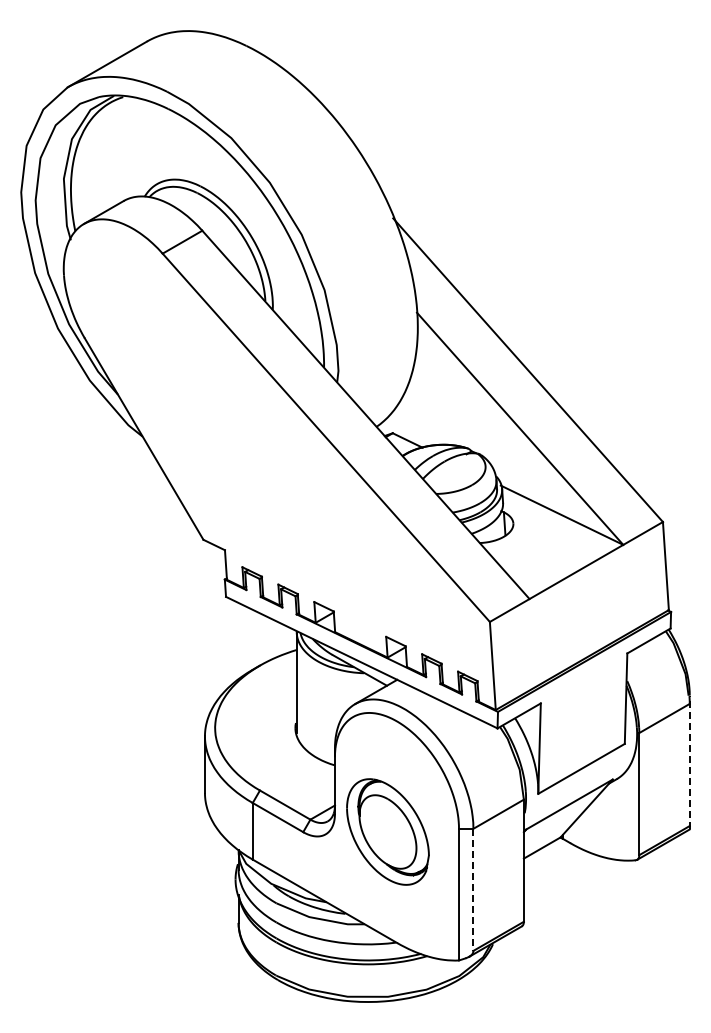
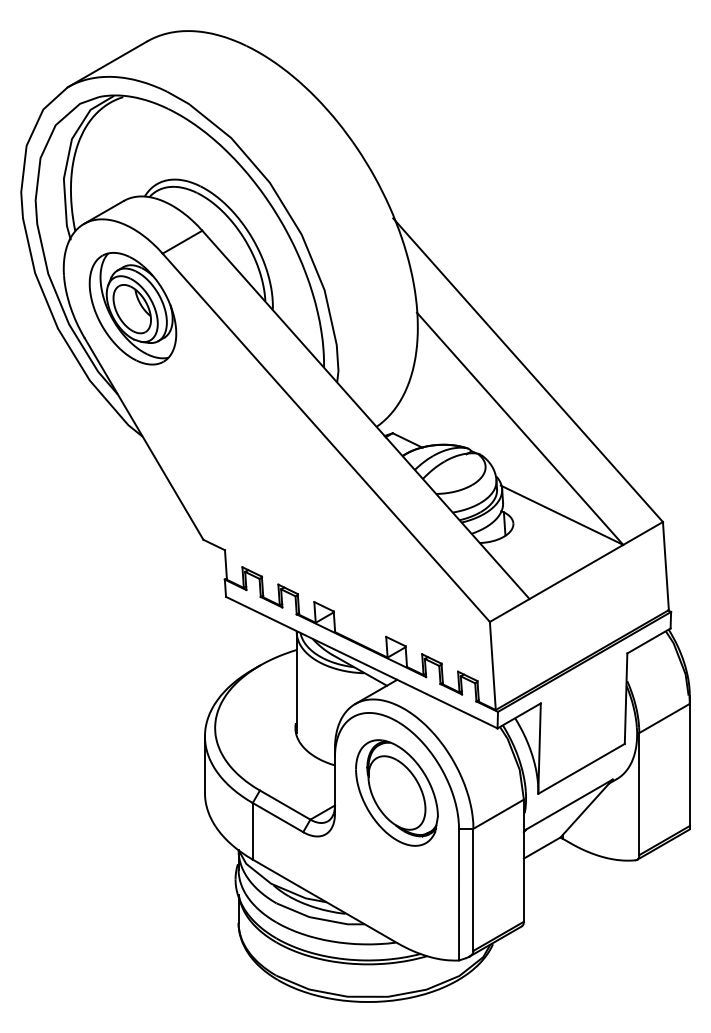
part at (132, 308): none -> present
line at (689, 762): dashed -> solid
part at (387, 831) position: (387, 831) -> (396, 792)
line at (473, 890): dashed -> solid
